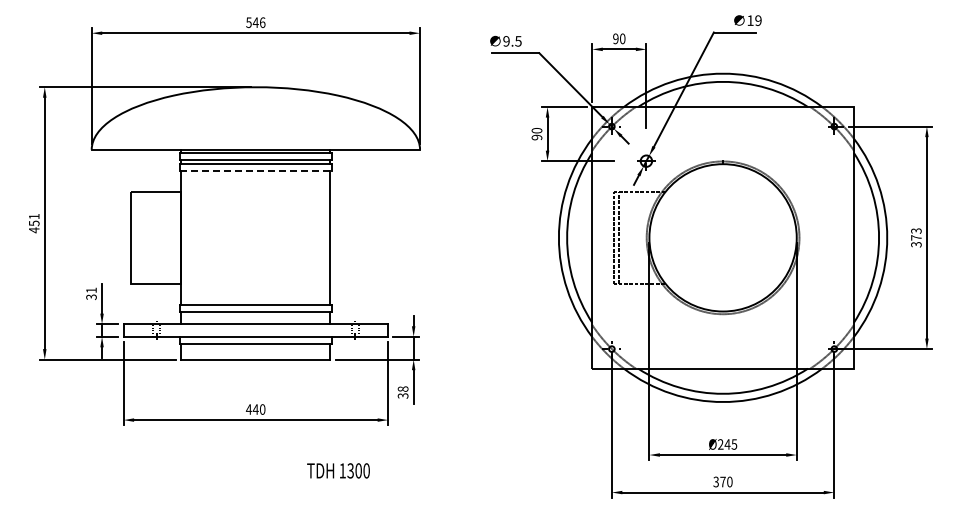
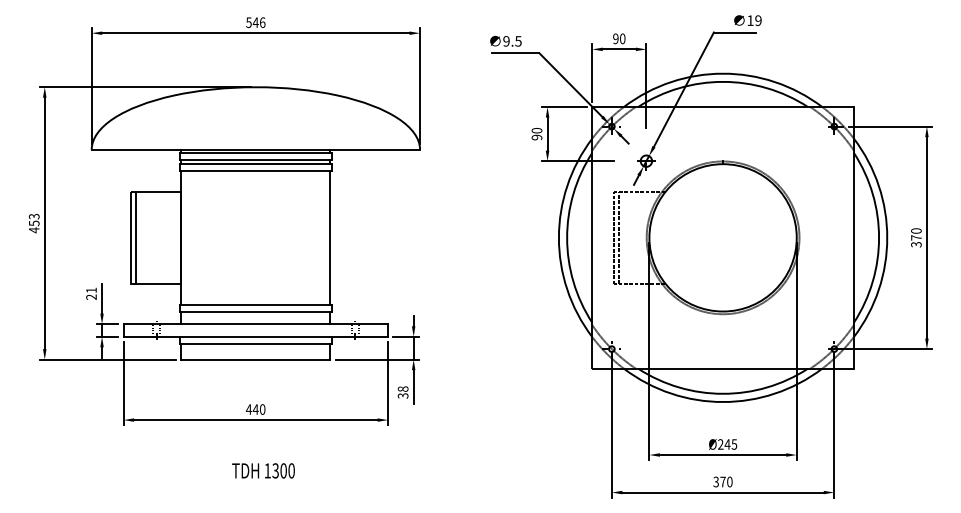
line at (256, 170): dashed -> solid
text at (33, 216): 451 -> 453
text at (916, 230): 373 -> 370
line at (136, 237): none -> present
text at (91, 297): 31 -> 21
text at (338, 470) position: (338, 470) -> (263, 470)
